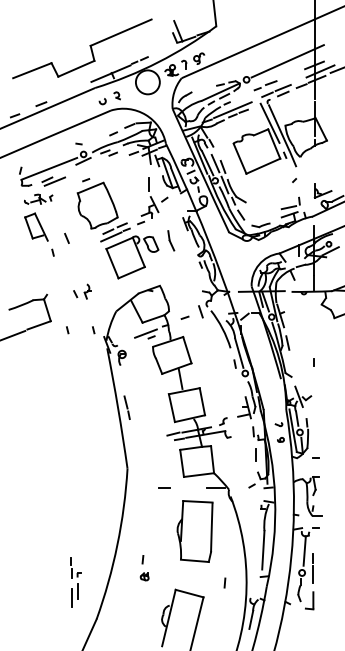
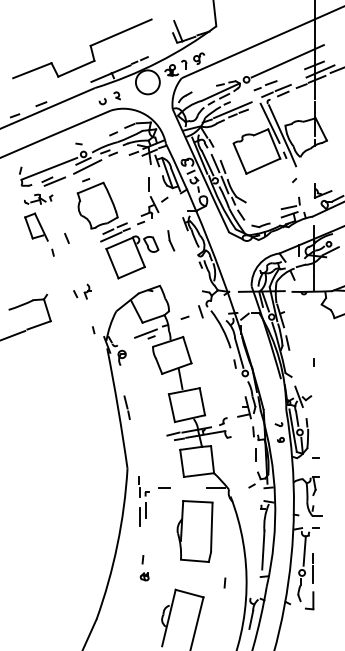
line at (87, 166): none -> present
line at (67, 330): present -> none
part at (75, 582) position: (75, 582) -> (143, 501)
